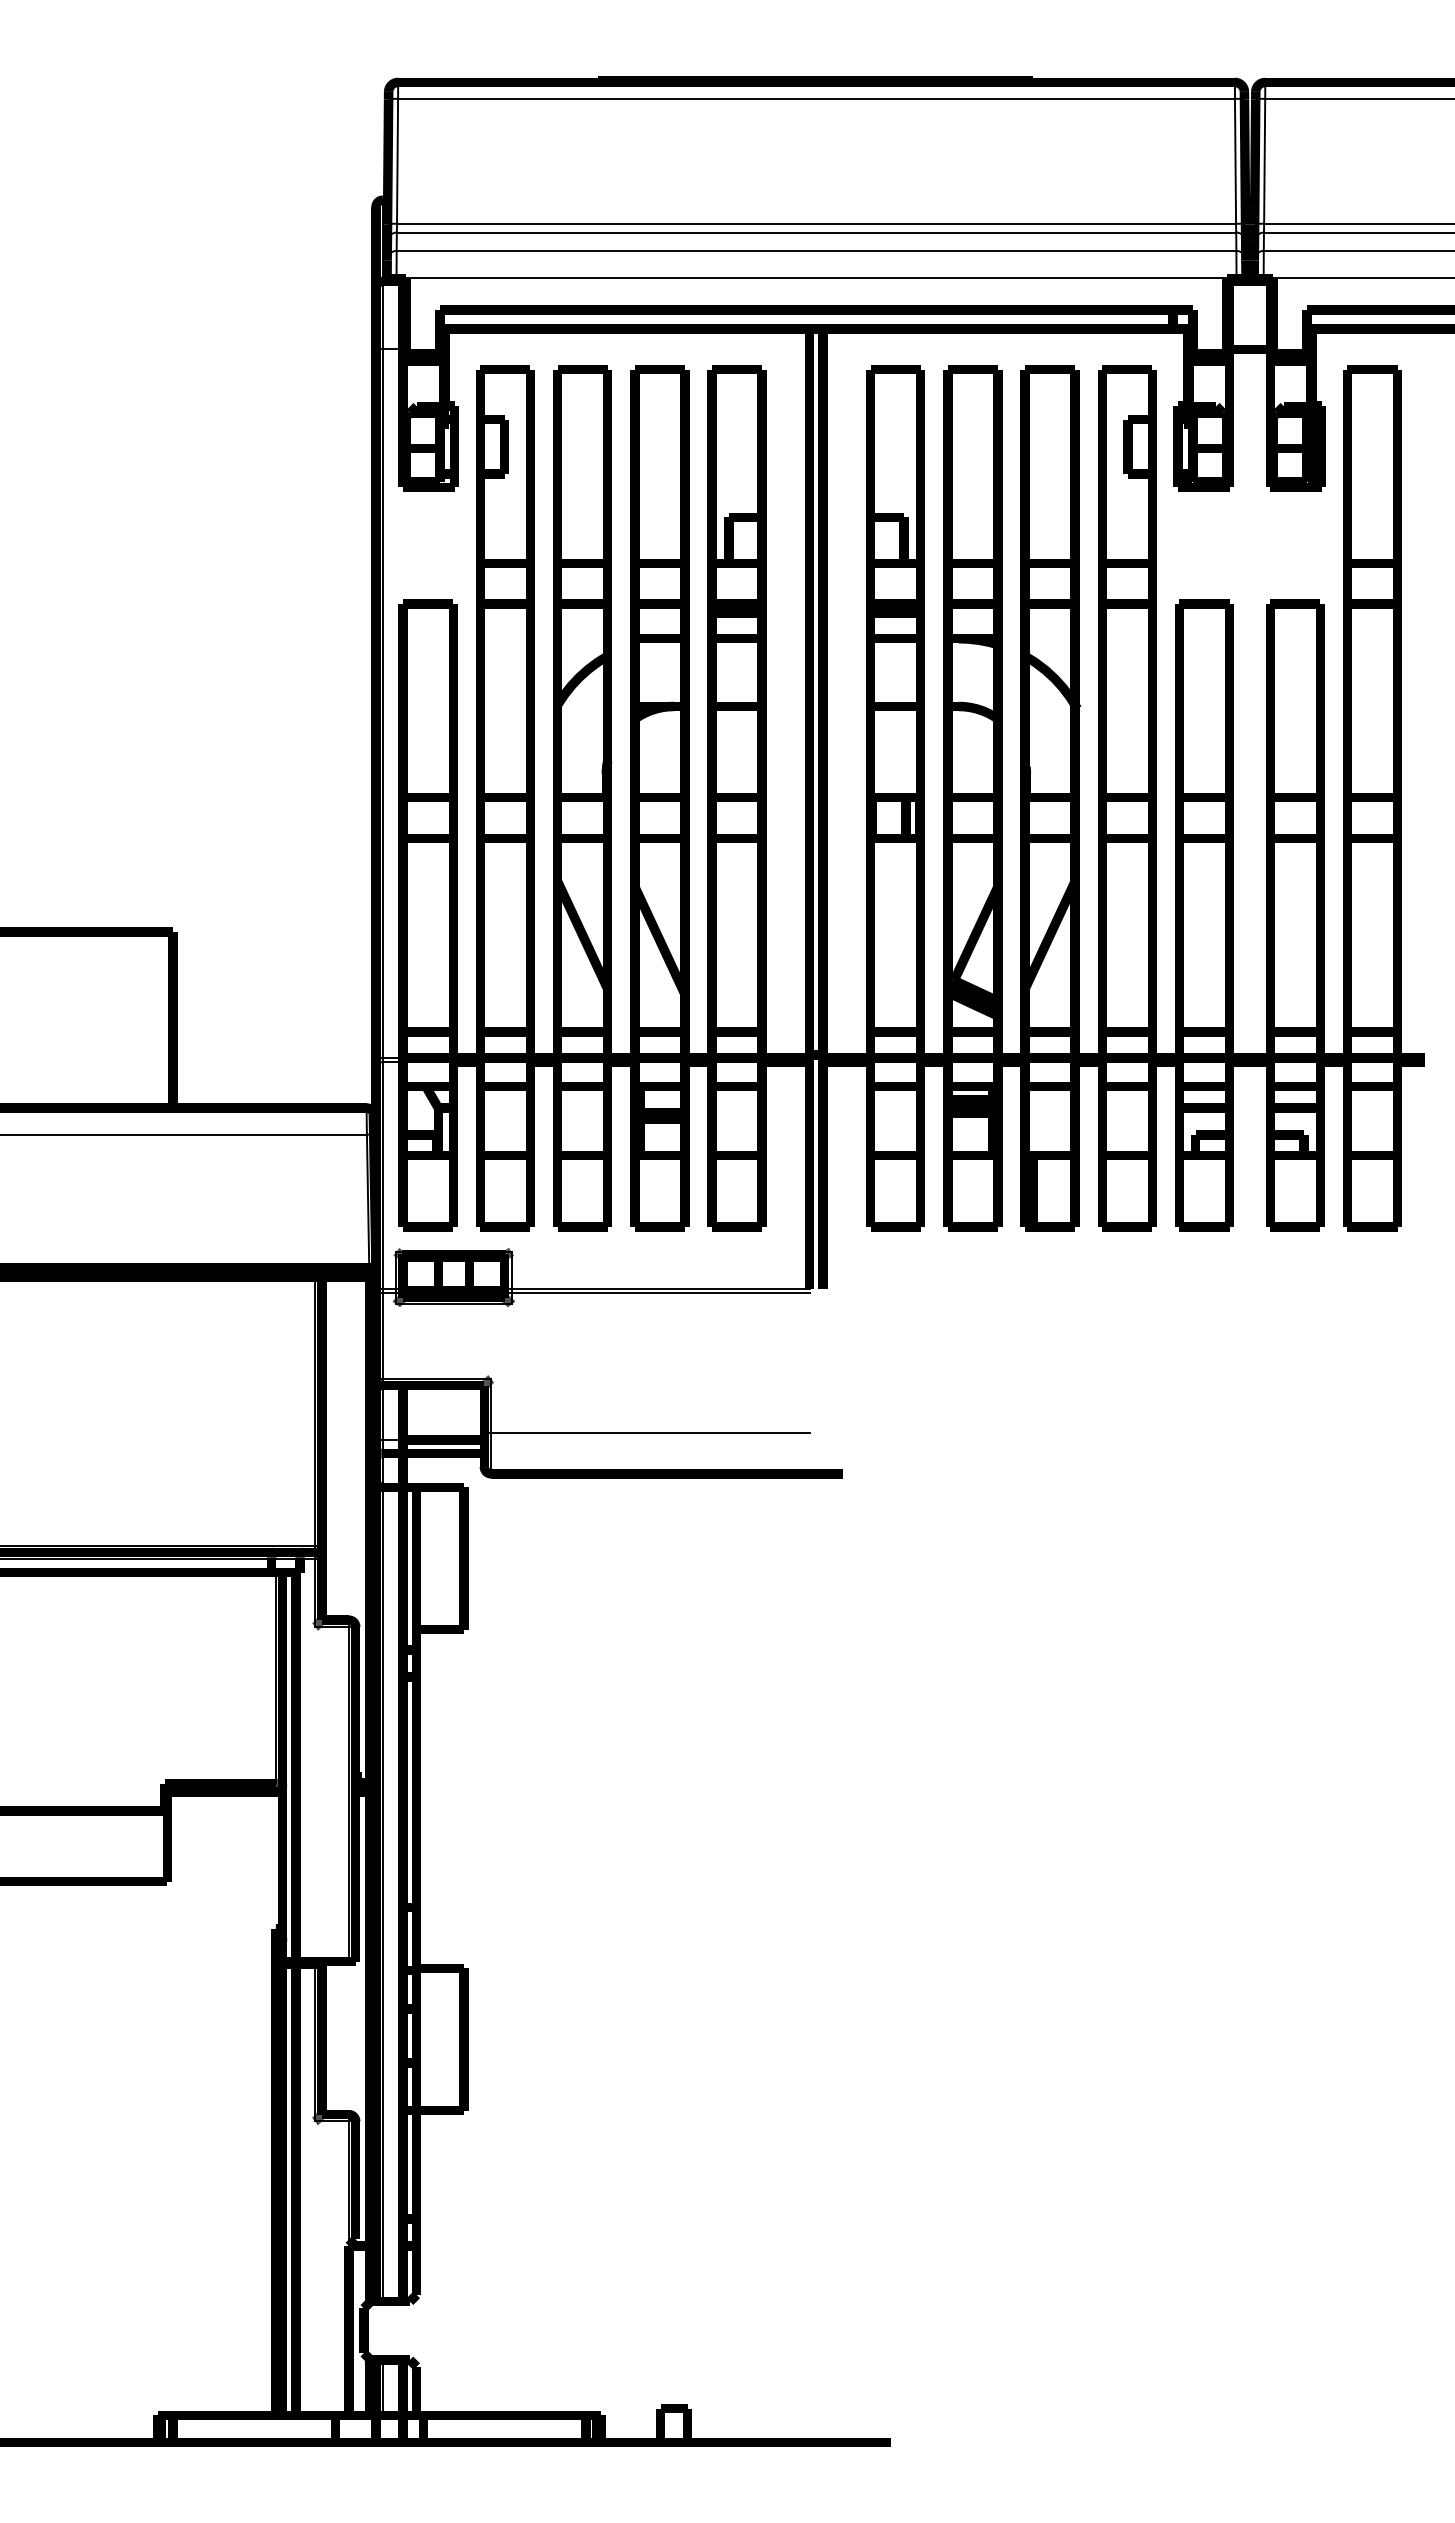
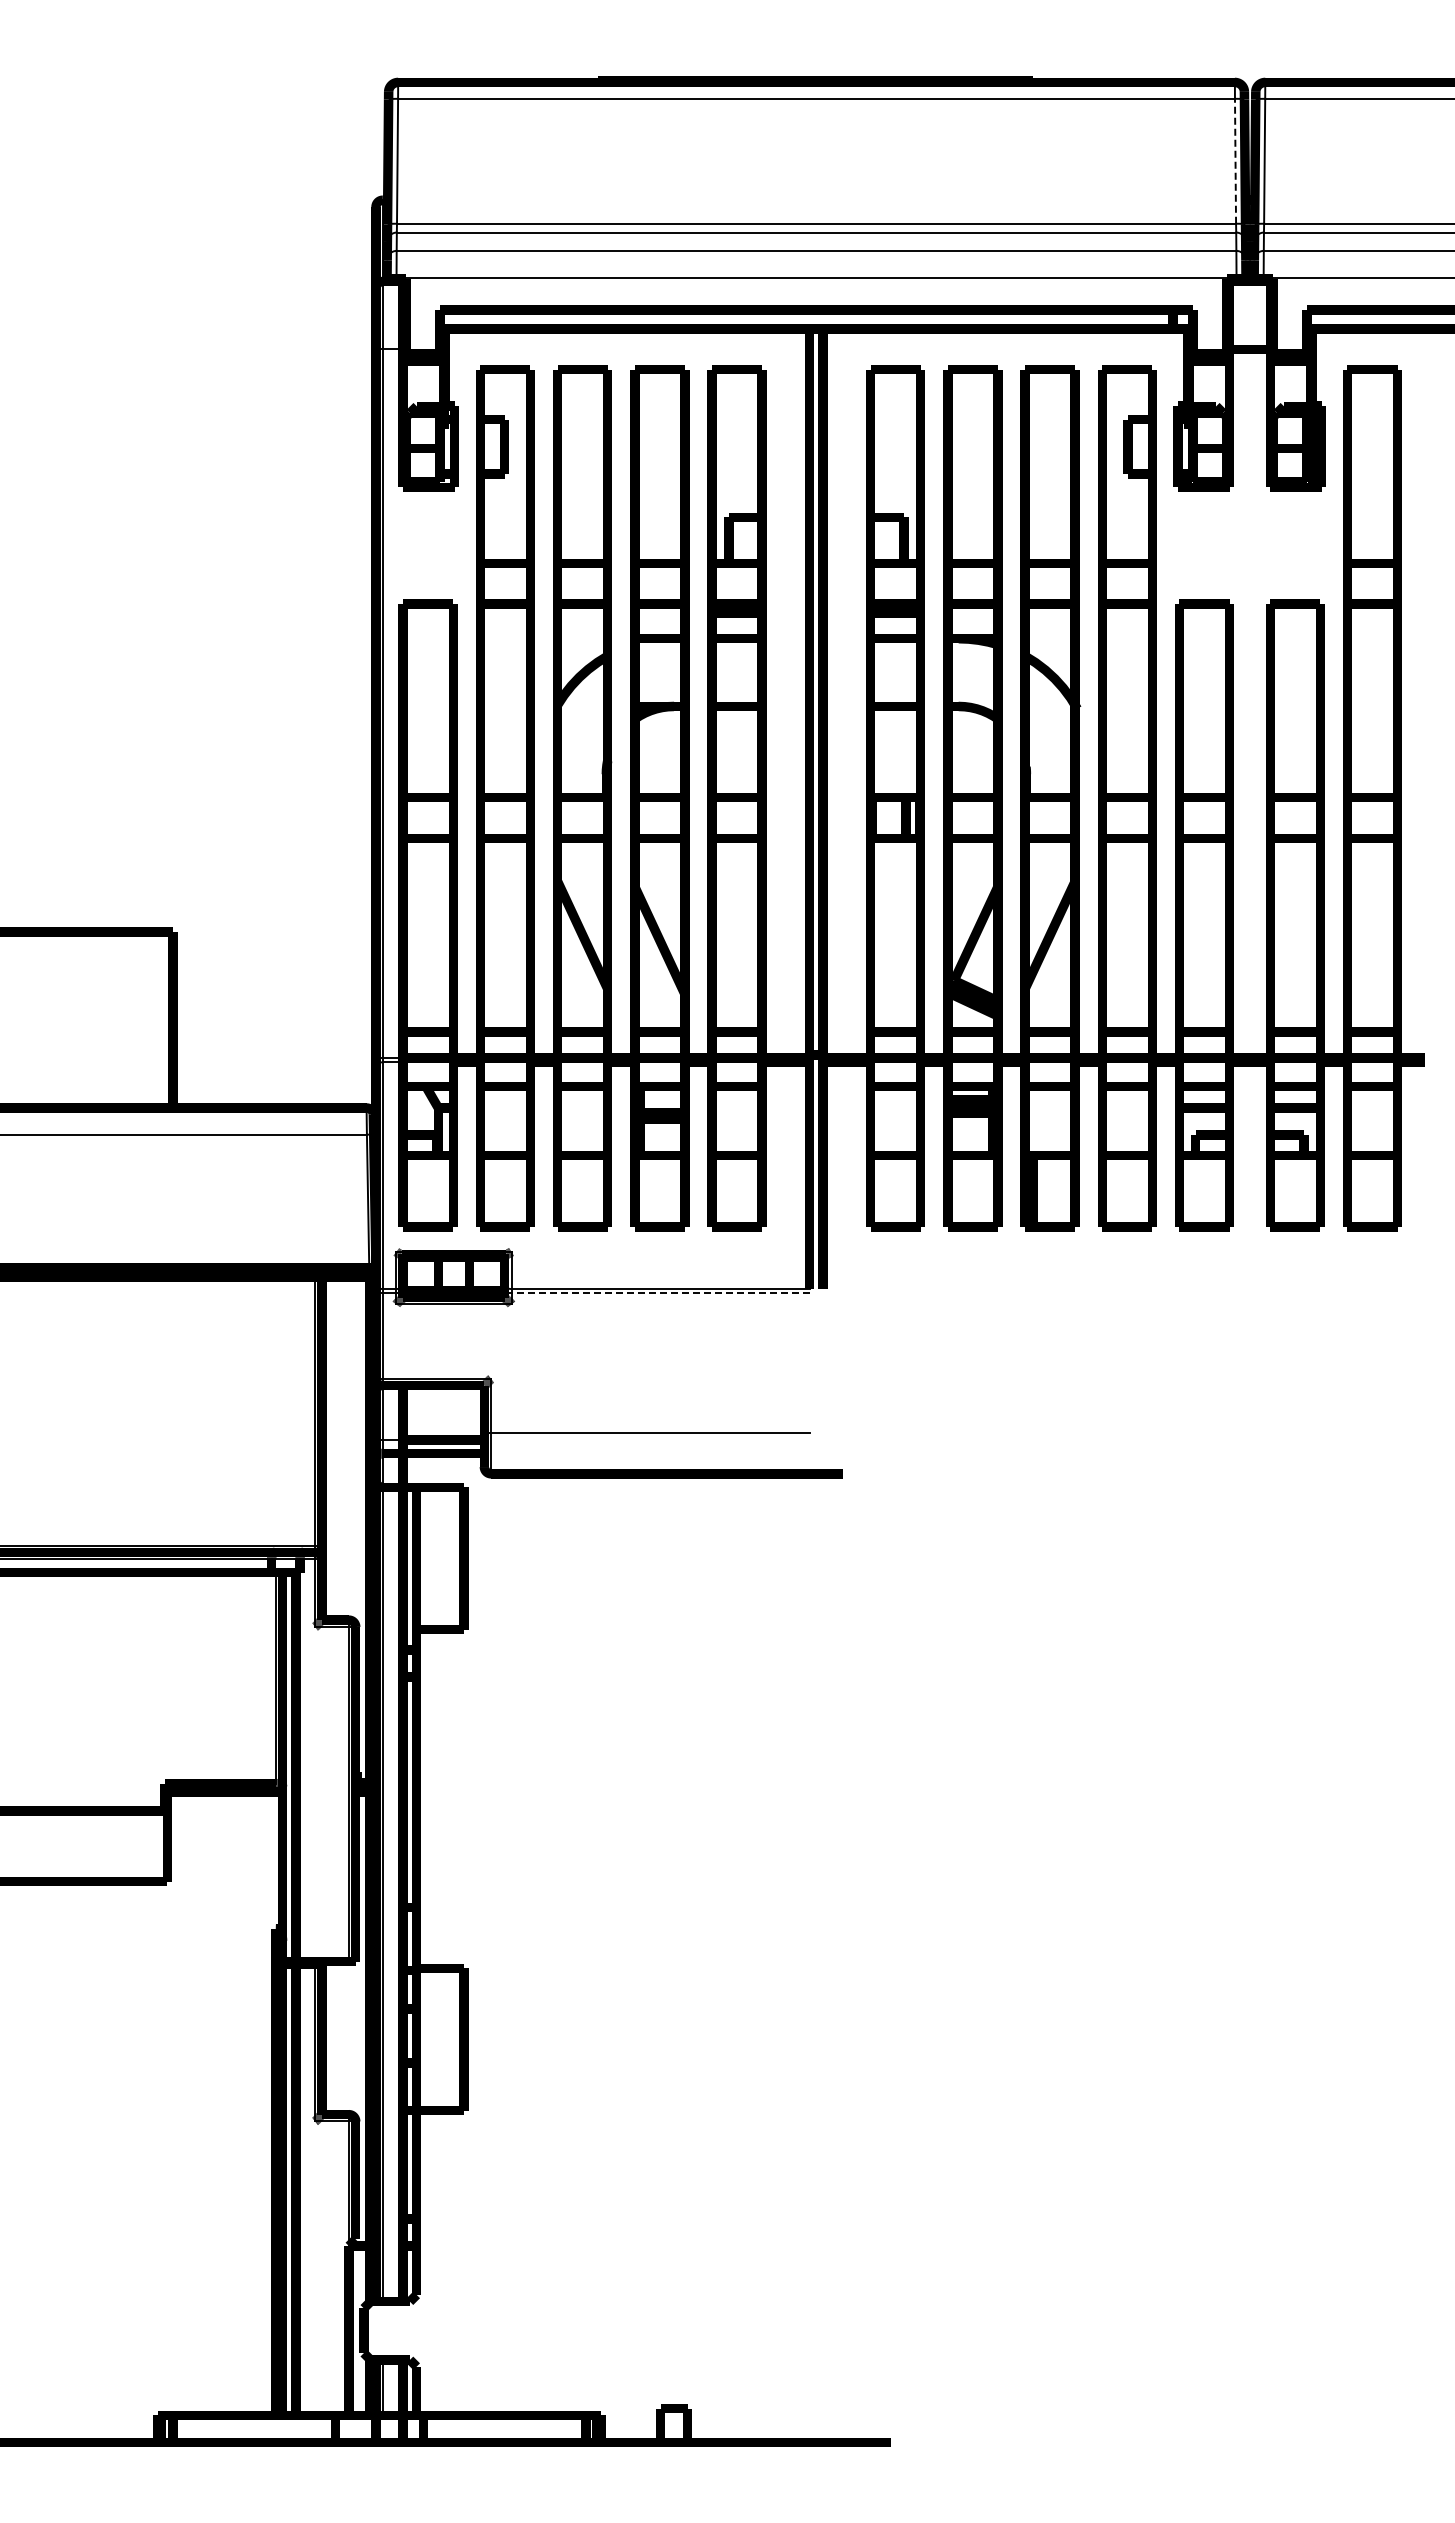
line at (1235, 160): solid -> dashed
line at (660, 1293): solid -> dashed
